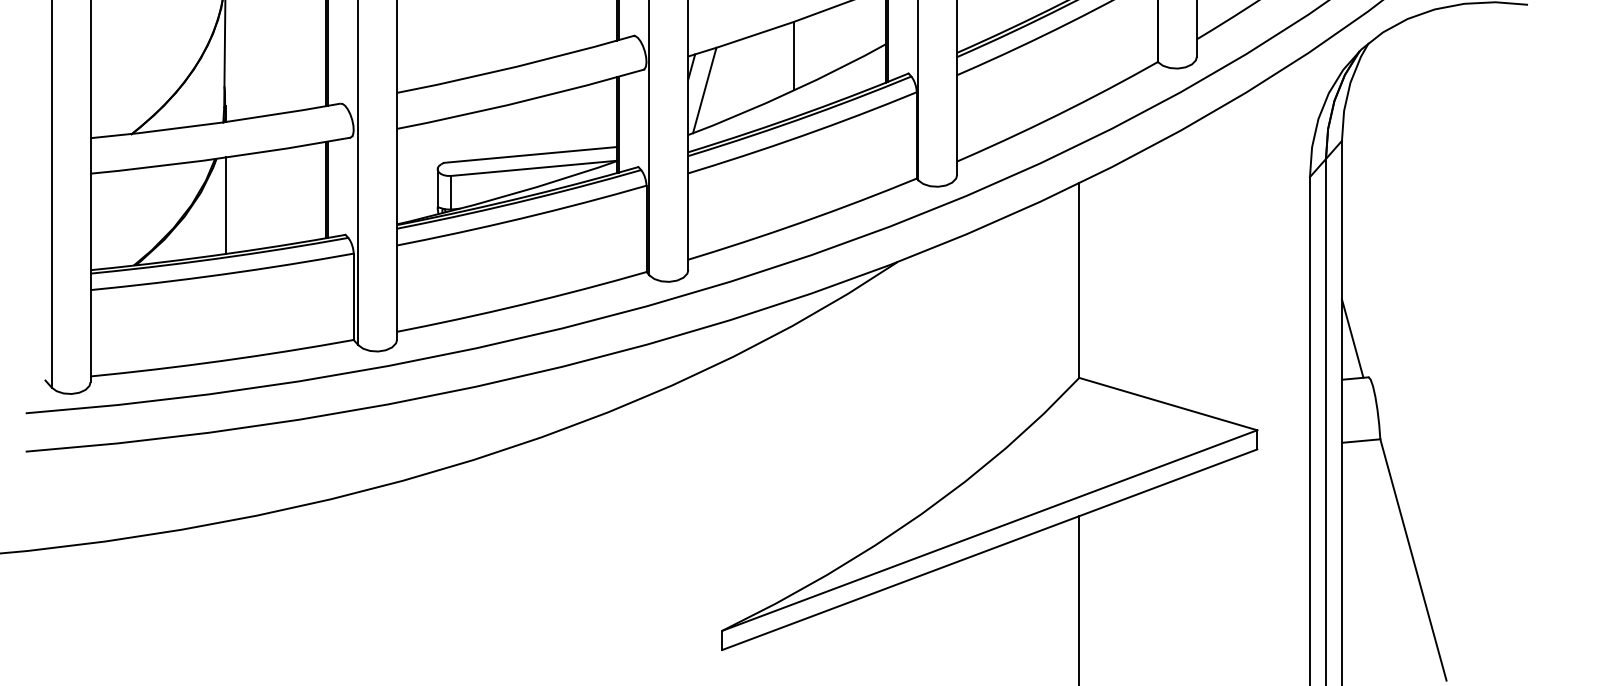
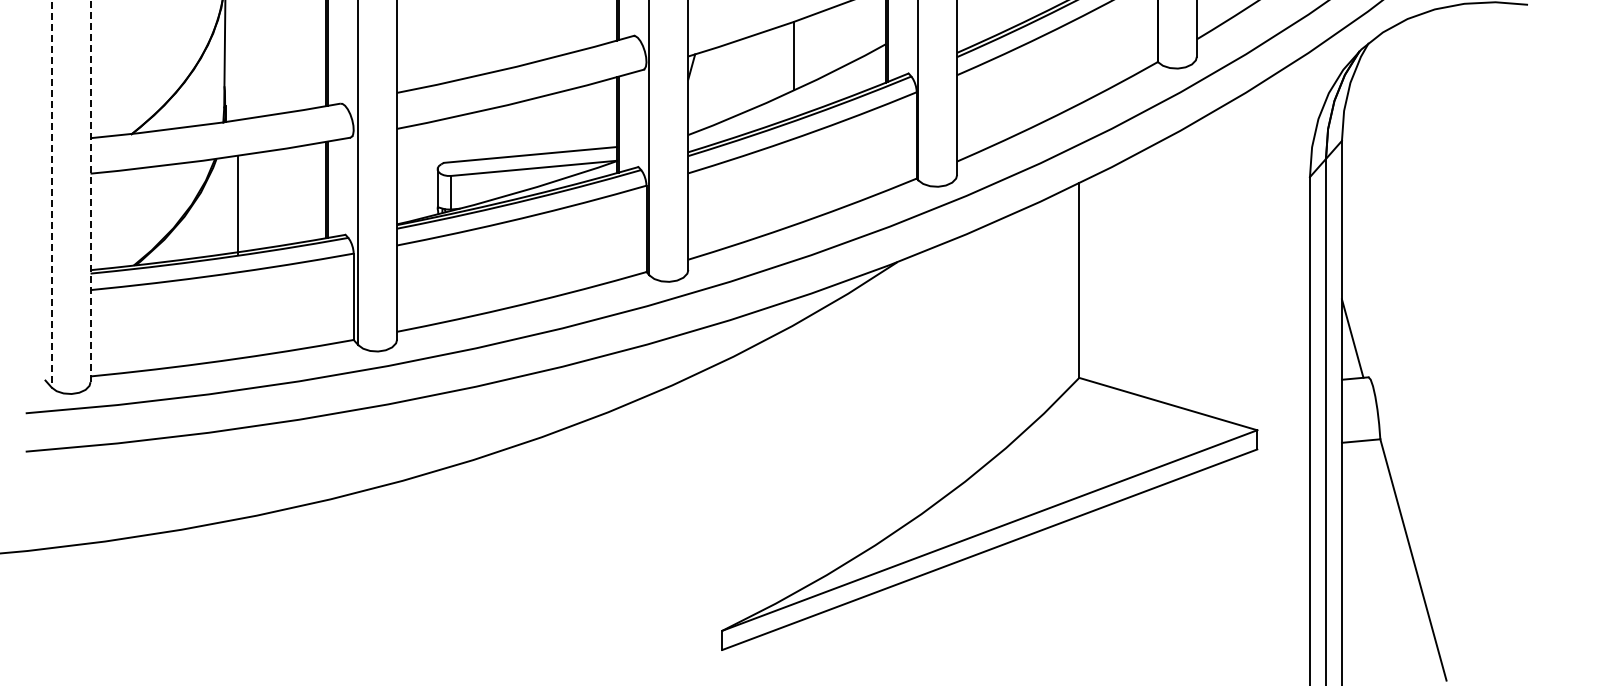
line at (704, 90): present -> none
line at (90, 191): solid -> dashed
line at (51, 194): solid -> dashed
line at (225, 205) position: (225, 205) -> (237, 205)
line at (1079, 599): present -> none
